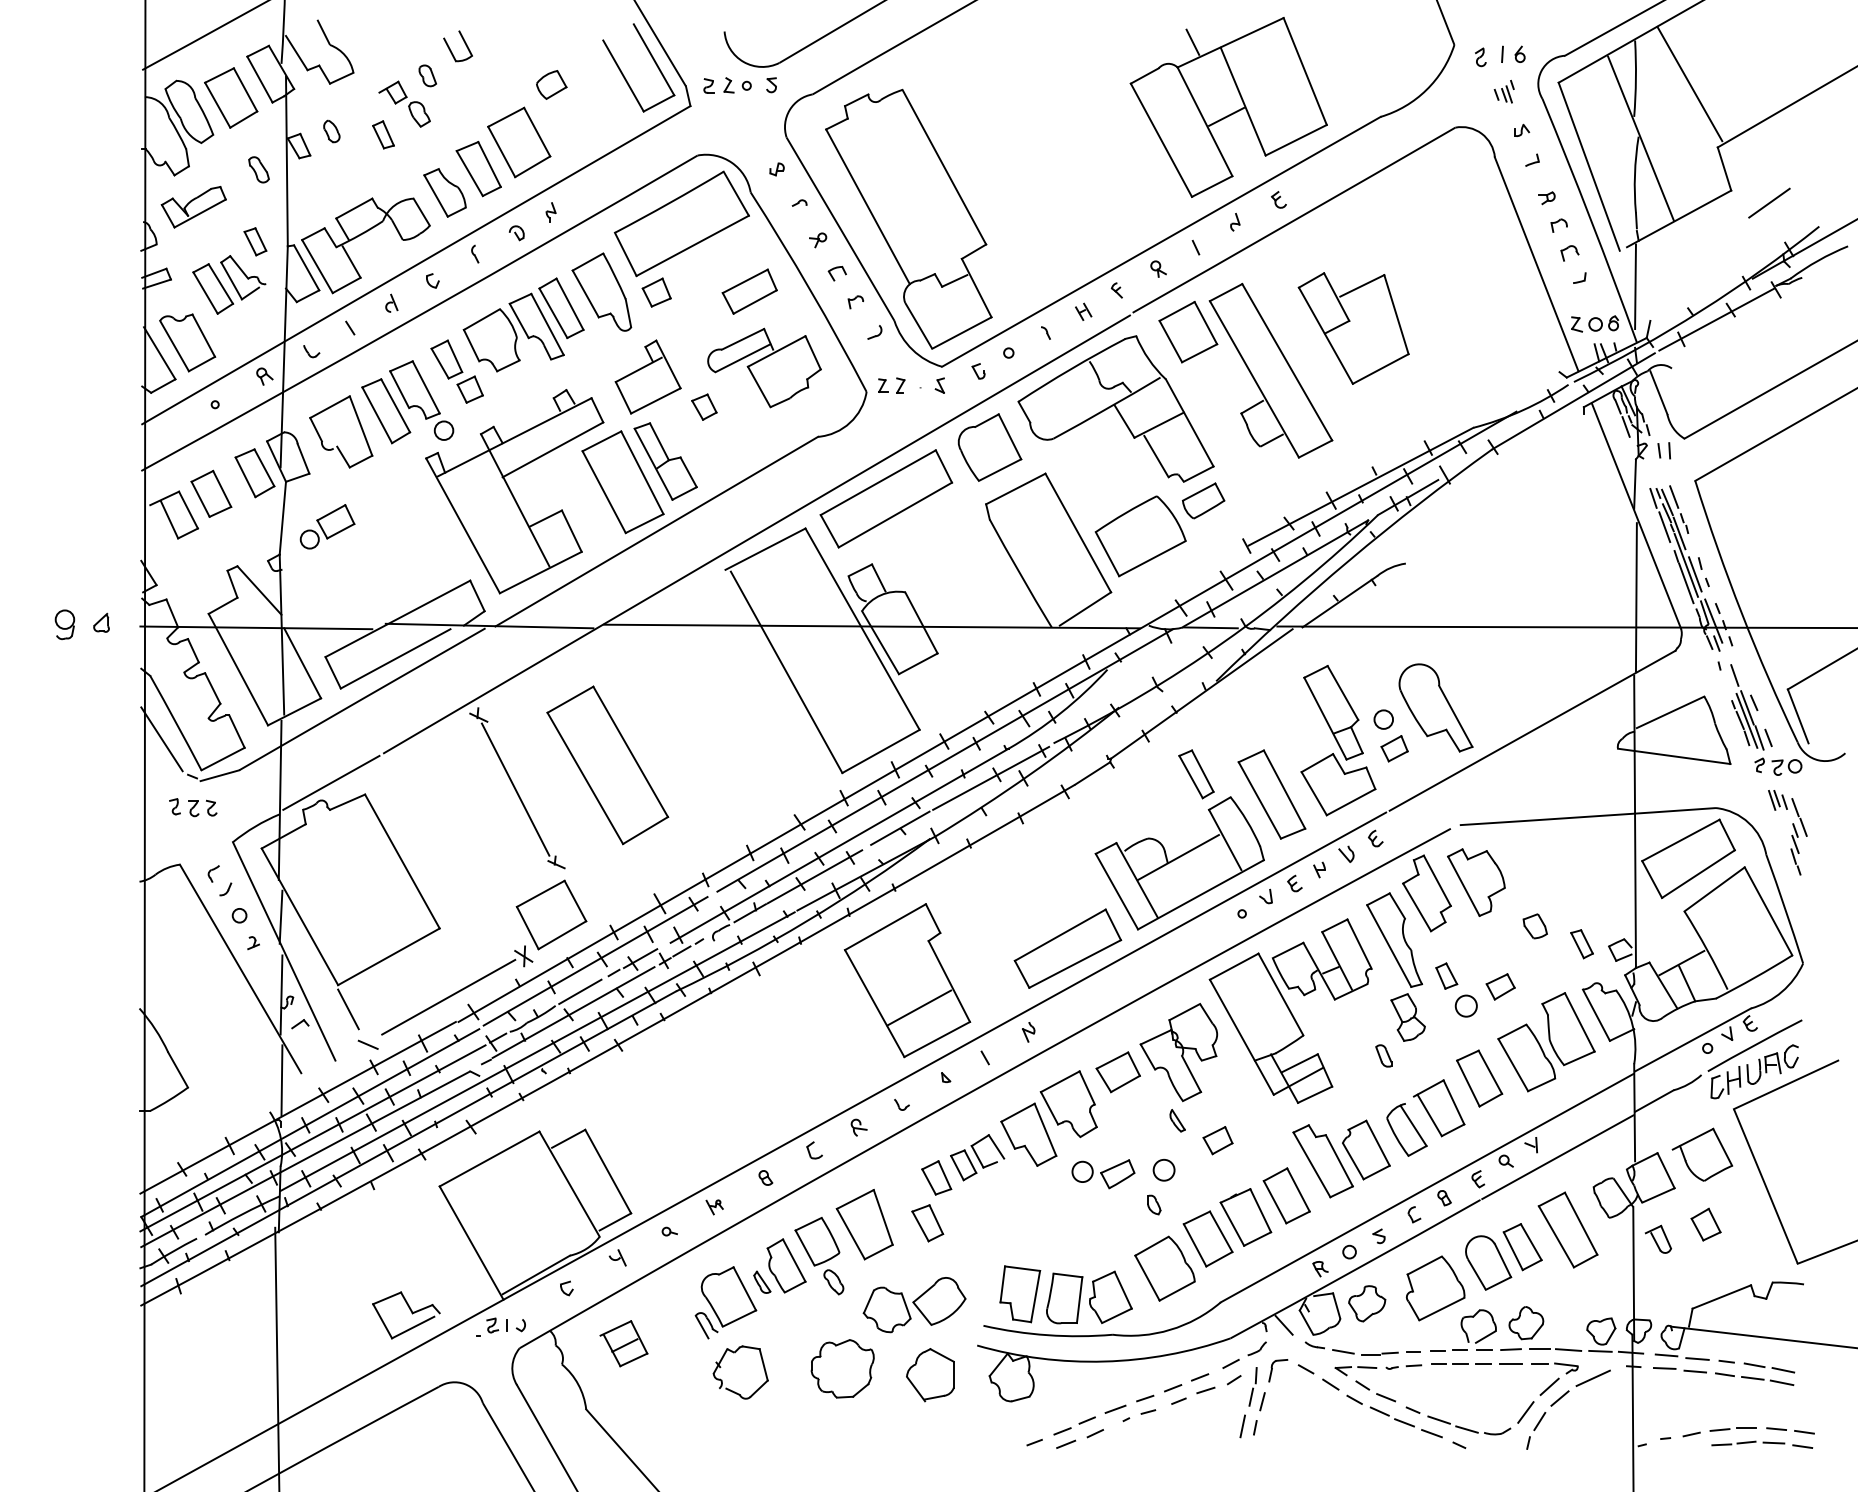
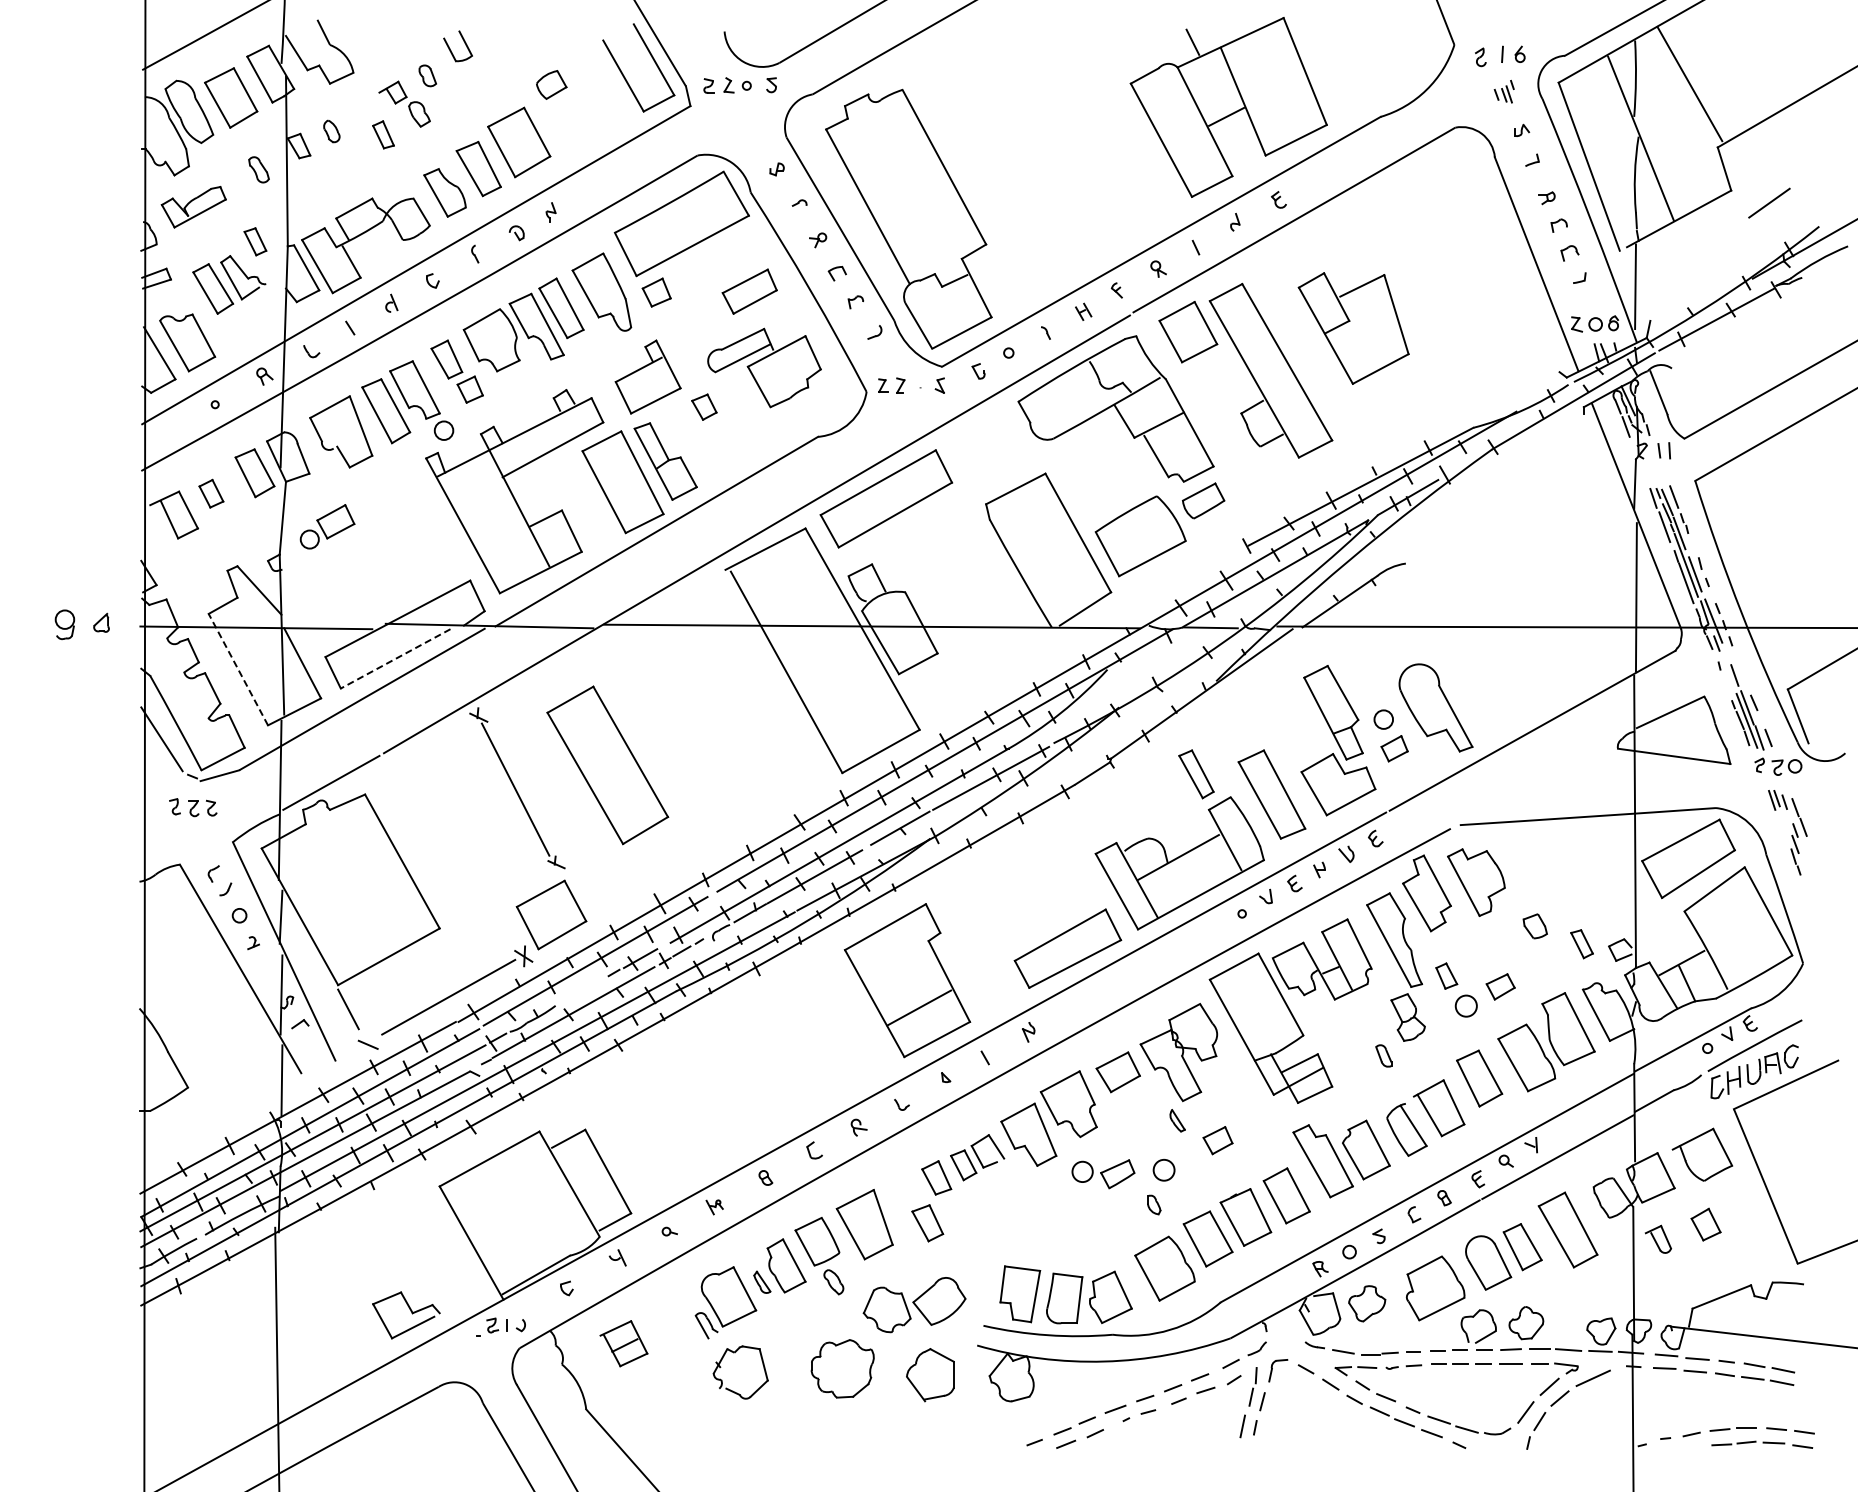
part at (989, 447): present -> none
part at (211, 493) size: 43x49 px -> 27x31 px
line at (395, 659): solid -> dashed
line at (238, 669): solid -> dashed
line at (580, 991): present -> none
line at (1283, 1324): present -> none
